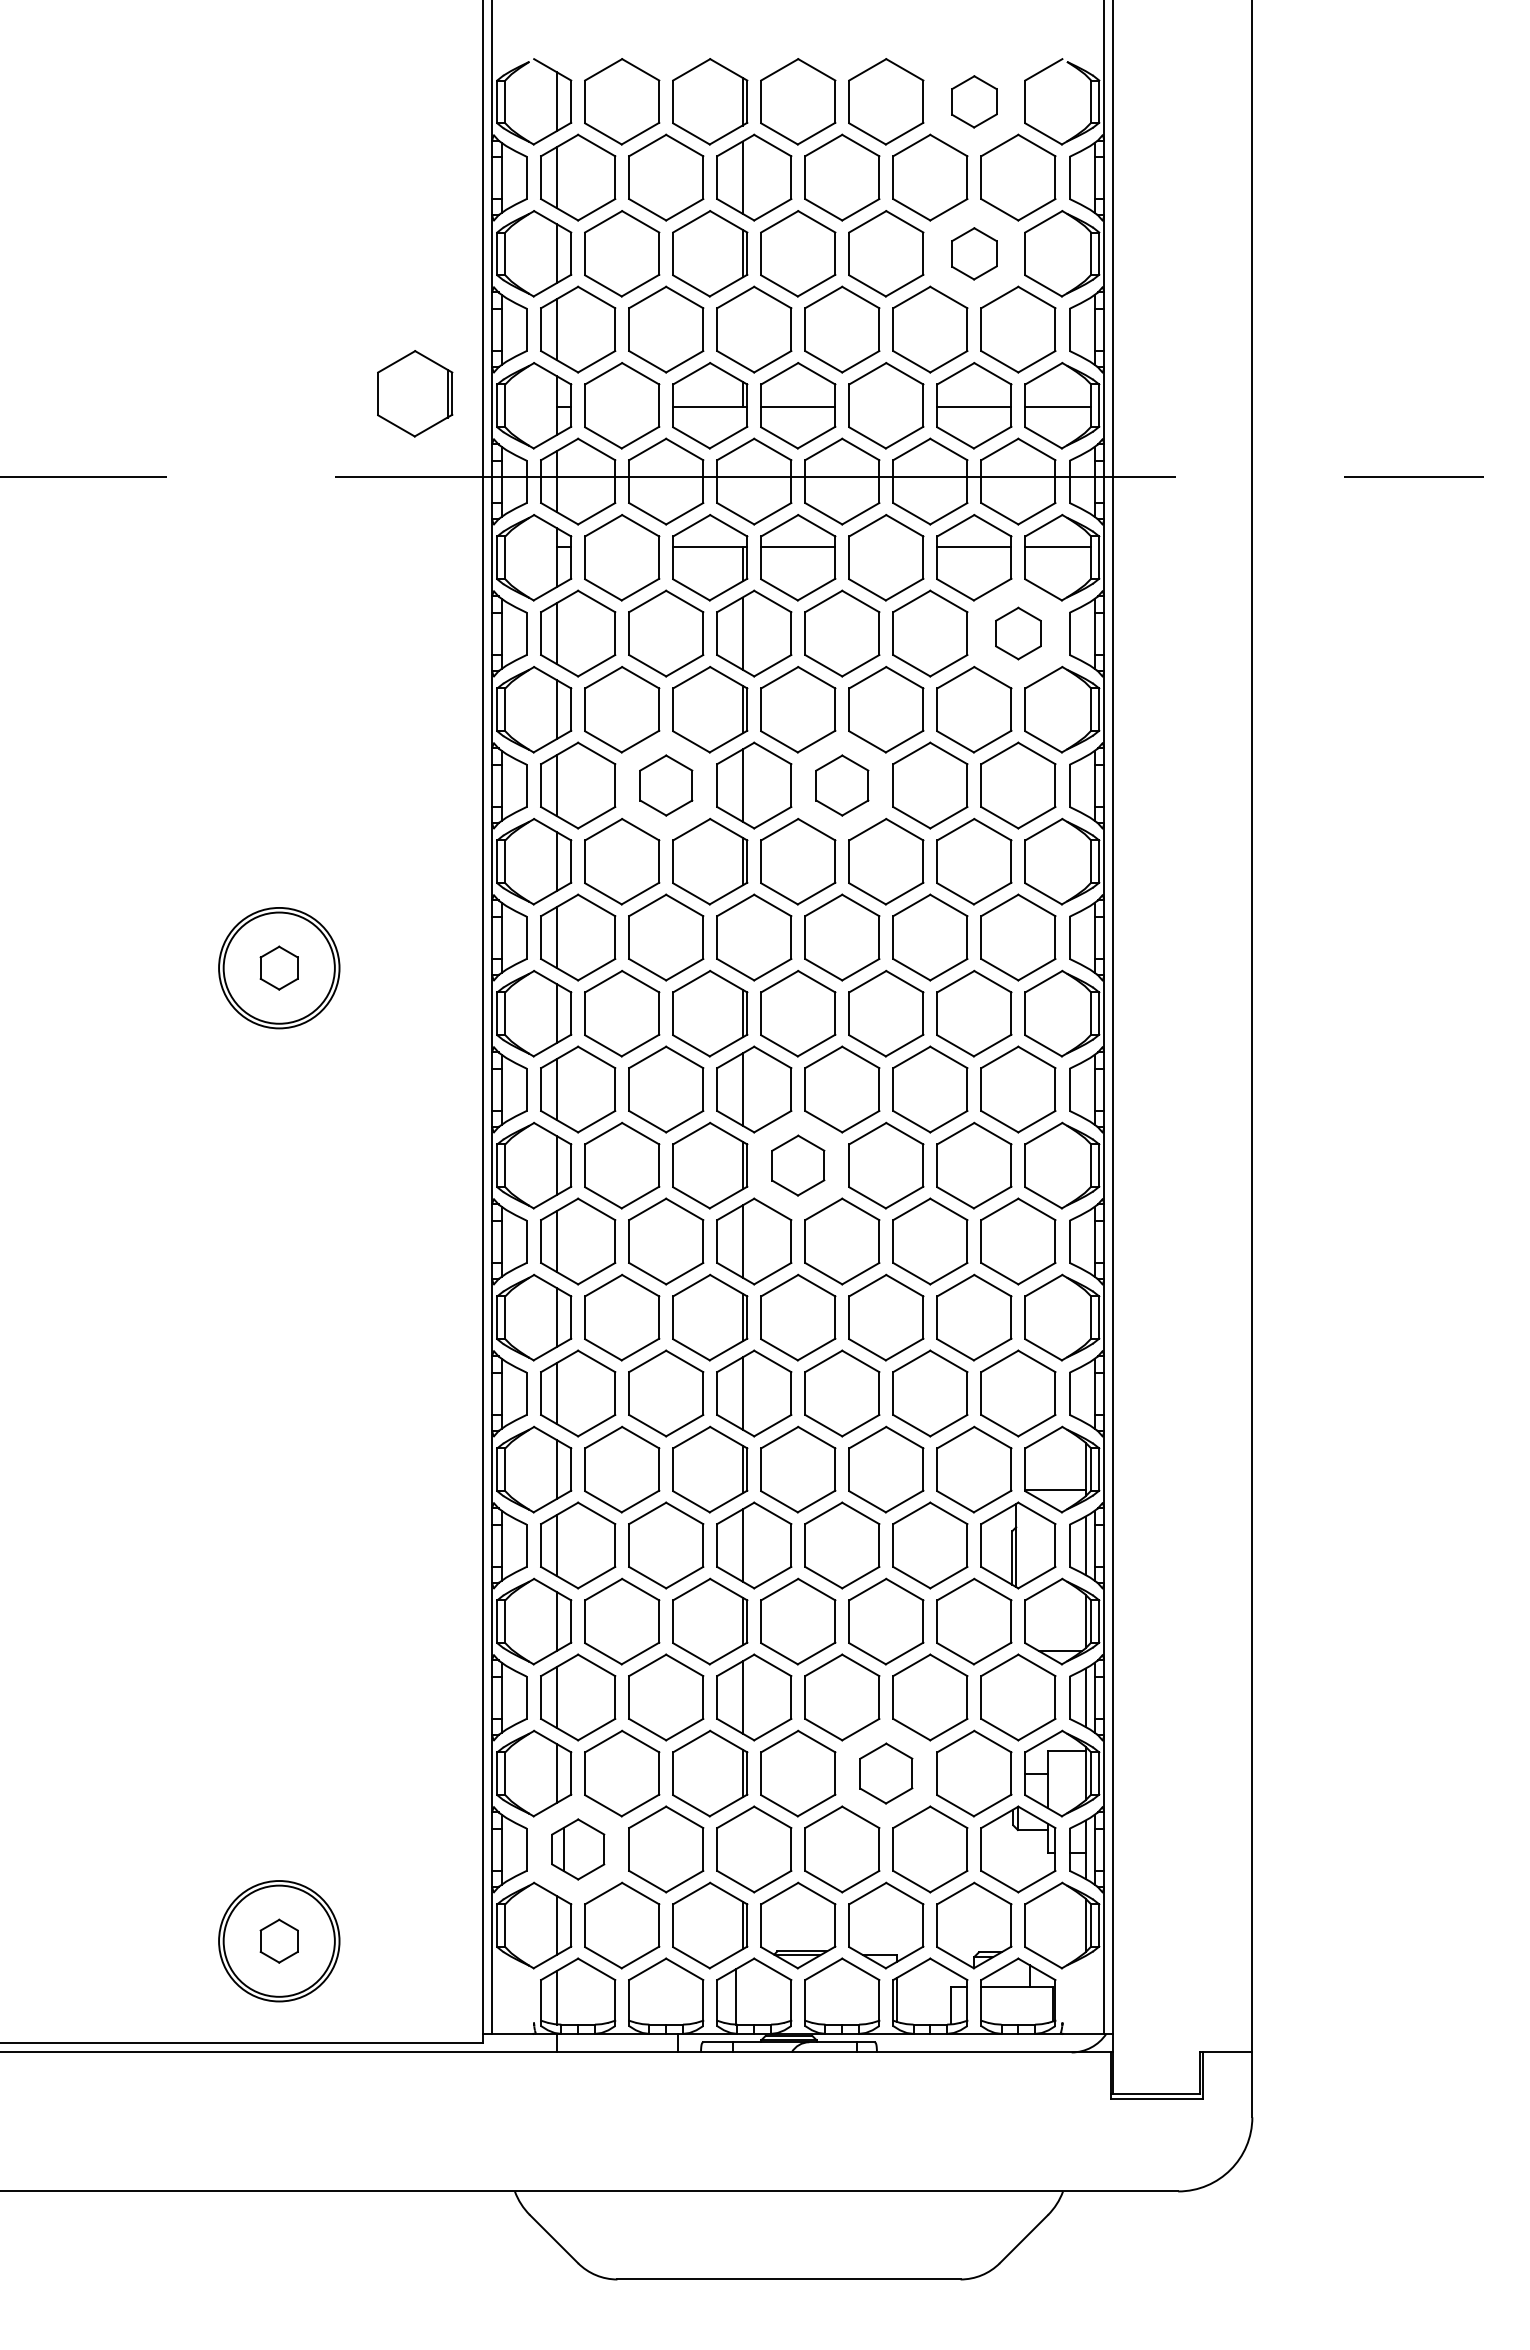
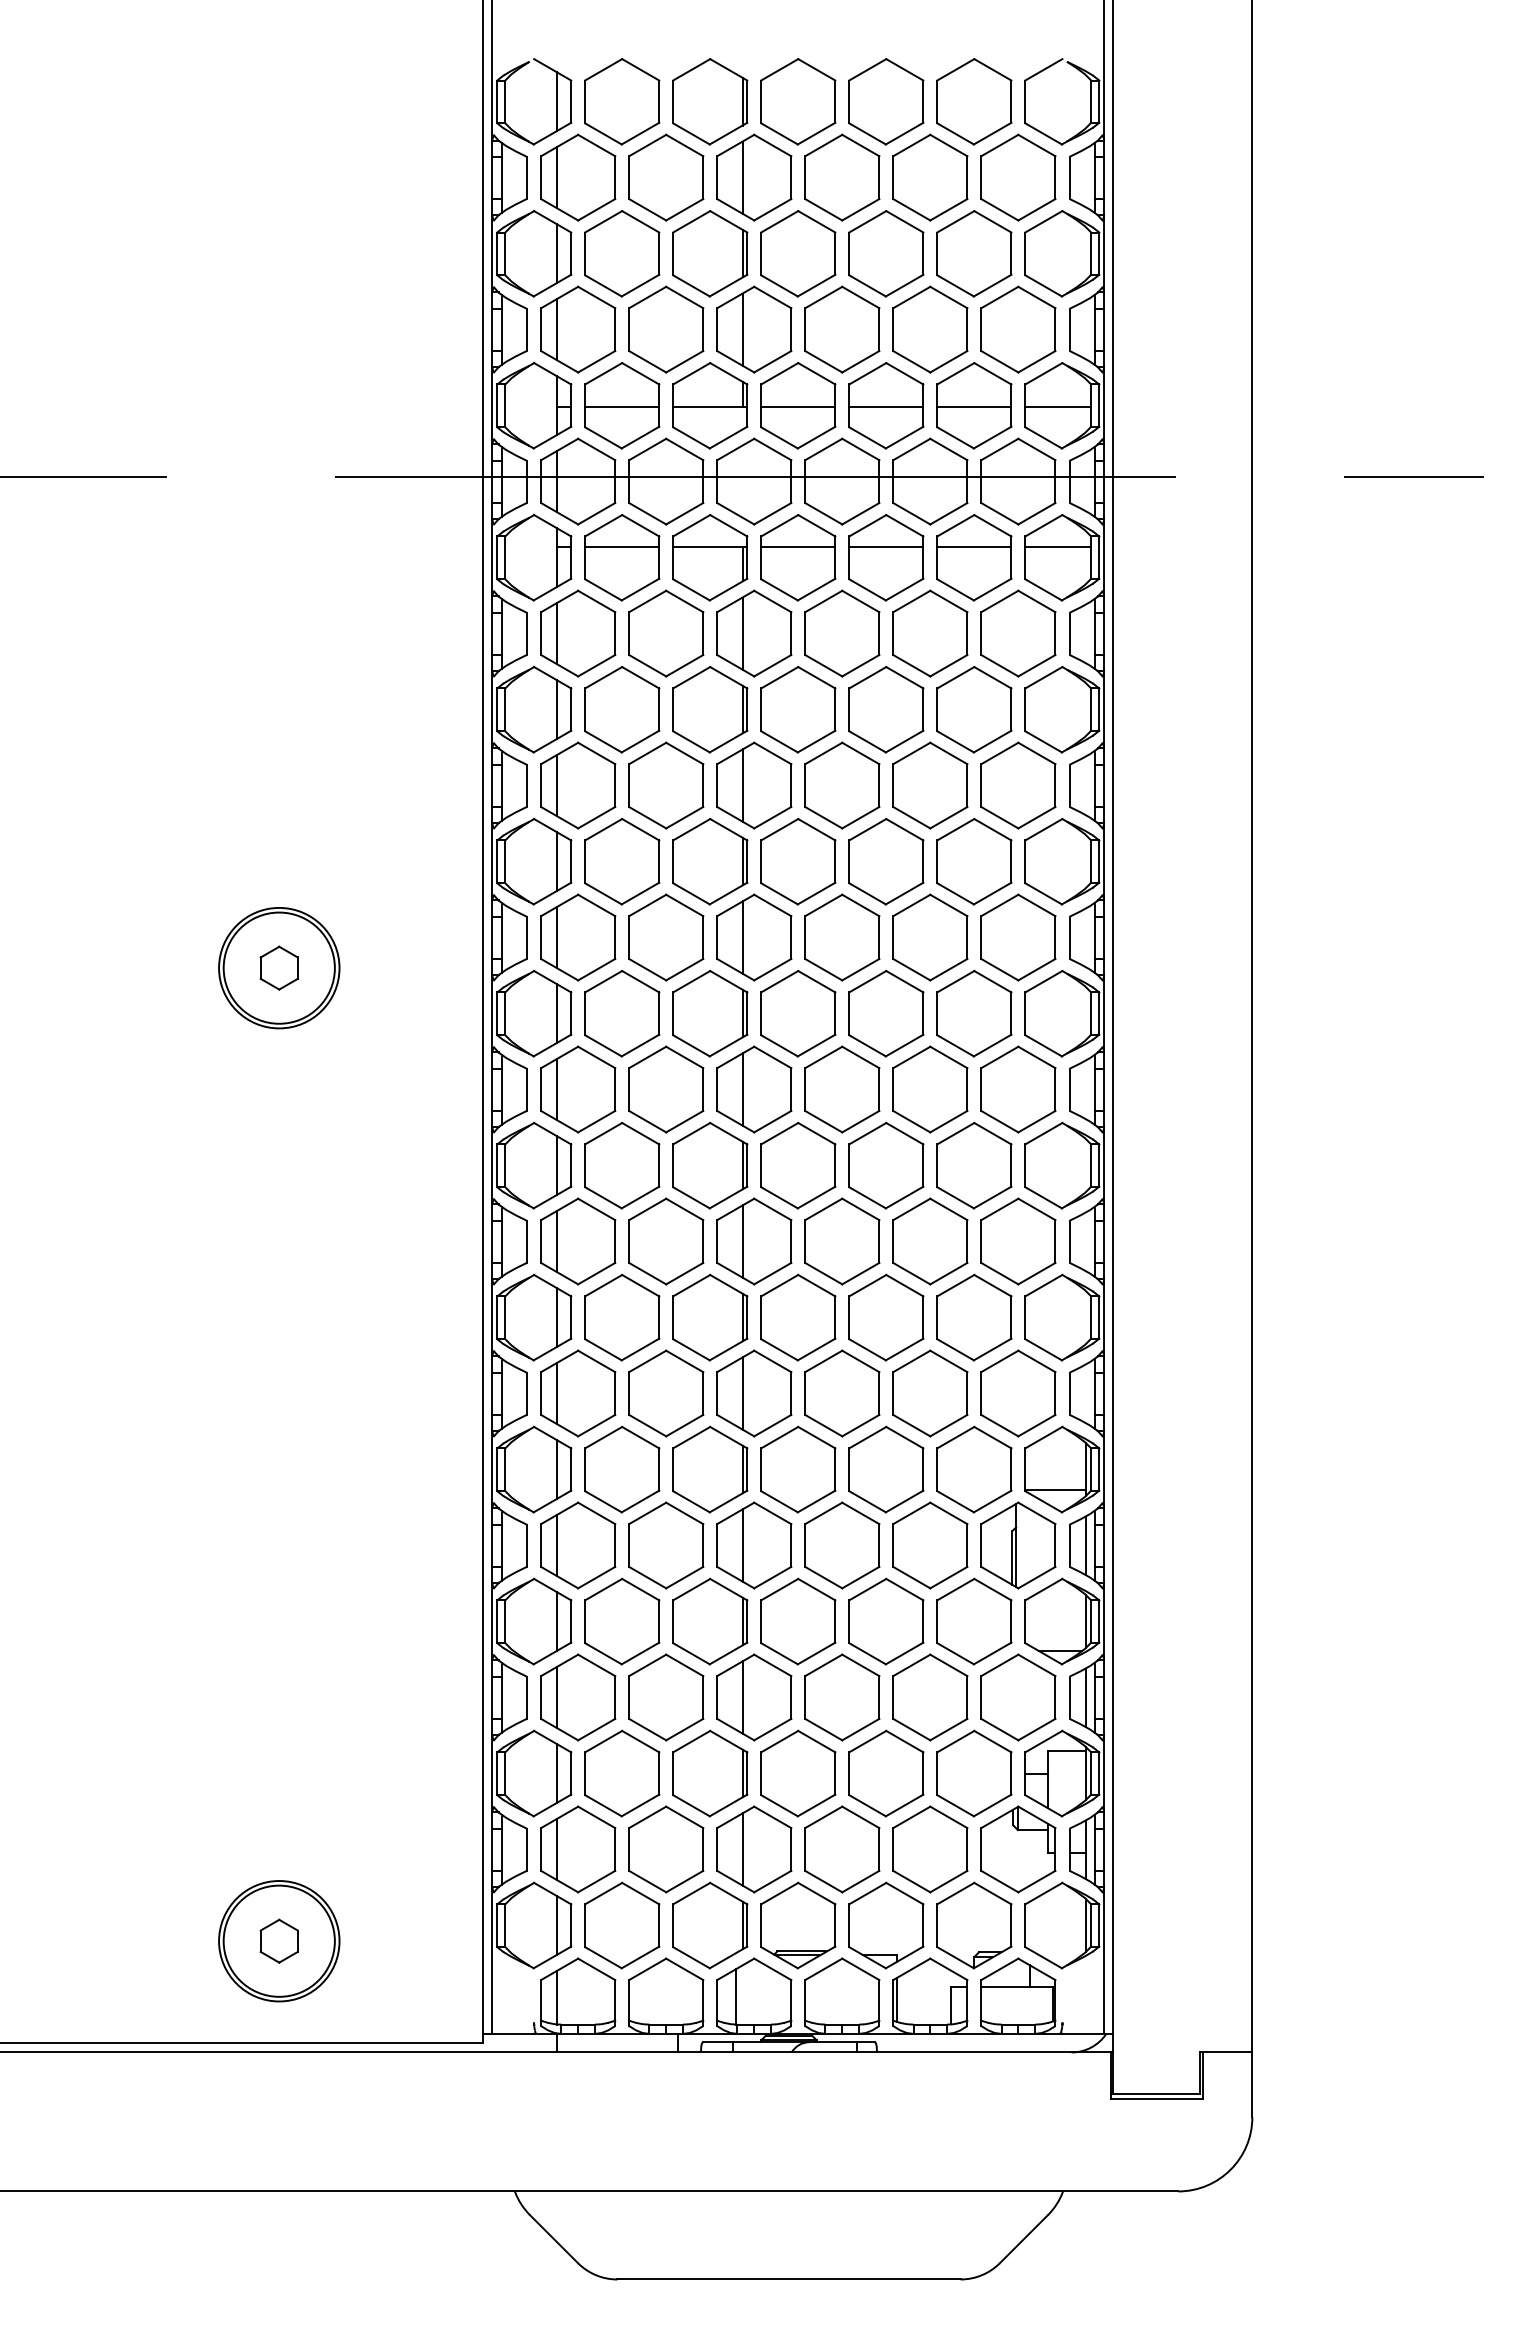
part at (974, 101) size: 47x54 px -> 77x88 px
part at (974, 253) size: 47x54 px -> 77x88 px
line at (742, 329): none -> present
part at (415, 393): present -> none
line at (622, 407): none -> present
line at (886, 407): none -> present
line at (622, 546): none -> present
line at (886, 546): none -> present
part at (1018, 633) size: 47x55 px -> 77x89 px
part at (666, 785) size: 55x63 px -> 77x89 px
part at (842, 785) size: 55x63 px -> 77x89 px
line at (742, 937): none -> present
part at (798, 1165) size: 55x63 px -> 77x89 px
part at (886, 1773) size: 55x63 px -> 77x89 px
part at (578, 1849) size: 55x63 px -> 77x89 px
line at (742, 1849): none -> present
